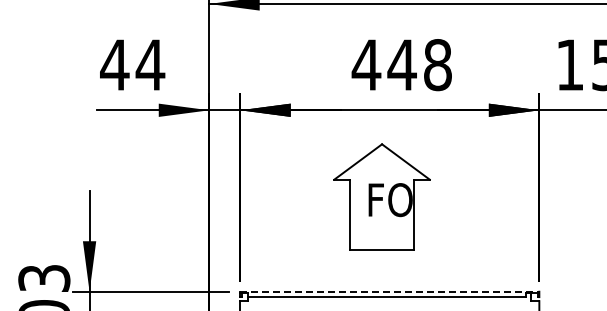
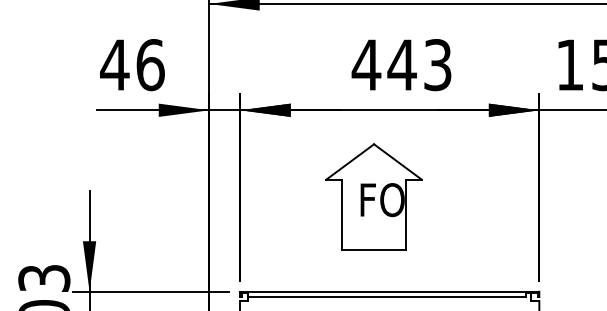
text at (150, 65): 44 -> 46
text at (437, 65): 448 -> 443
part at (381, 196) position: (381, 196) -> (373, 196)
line at (389, 291): dashed -> solid
